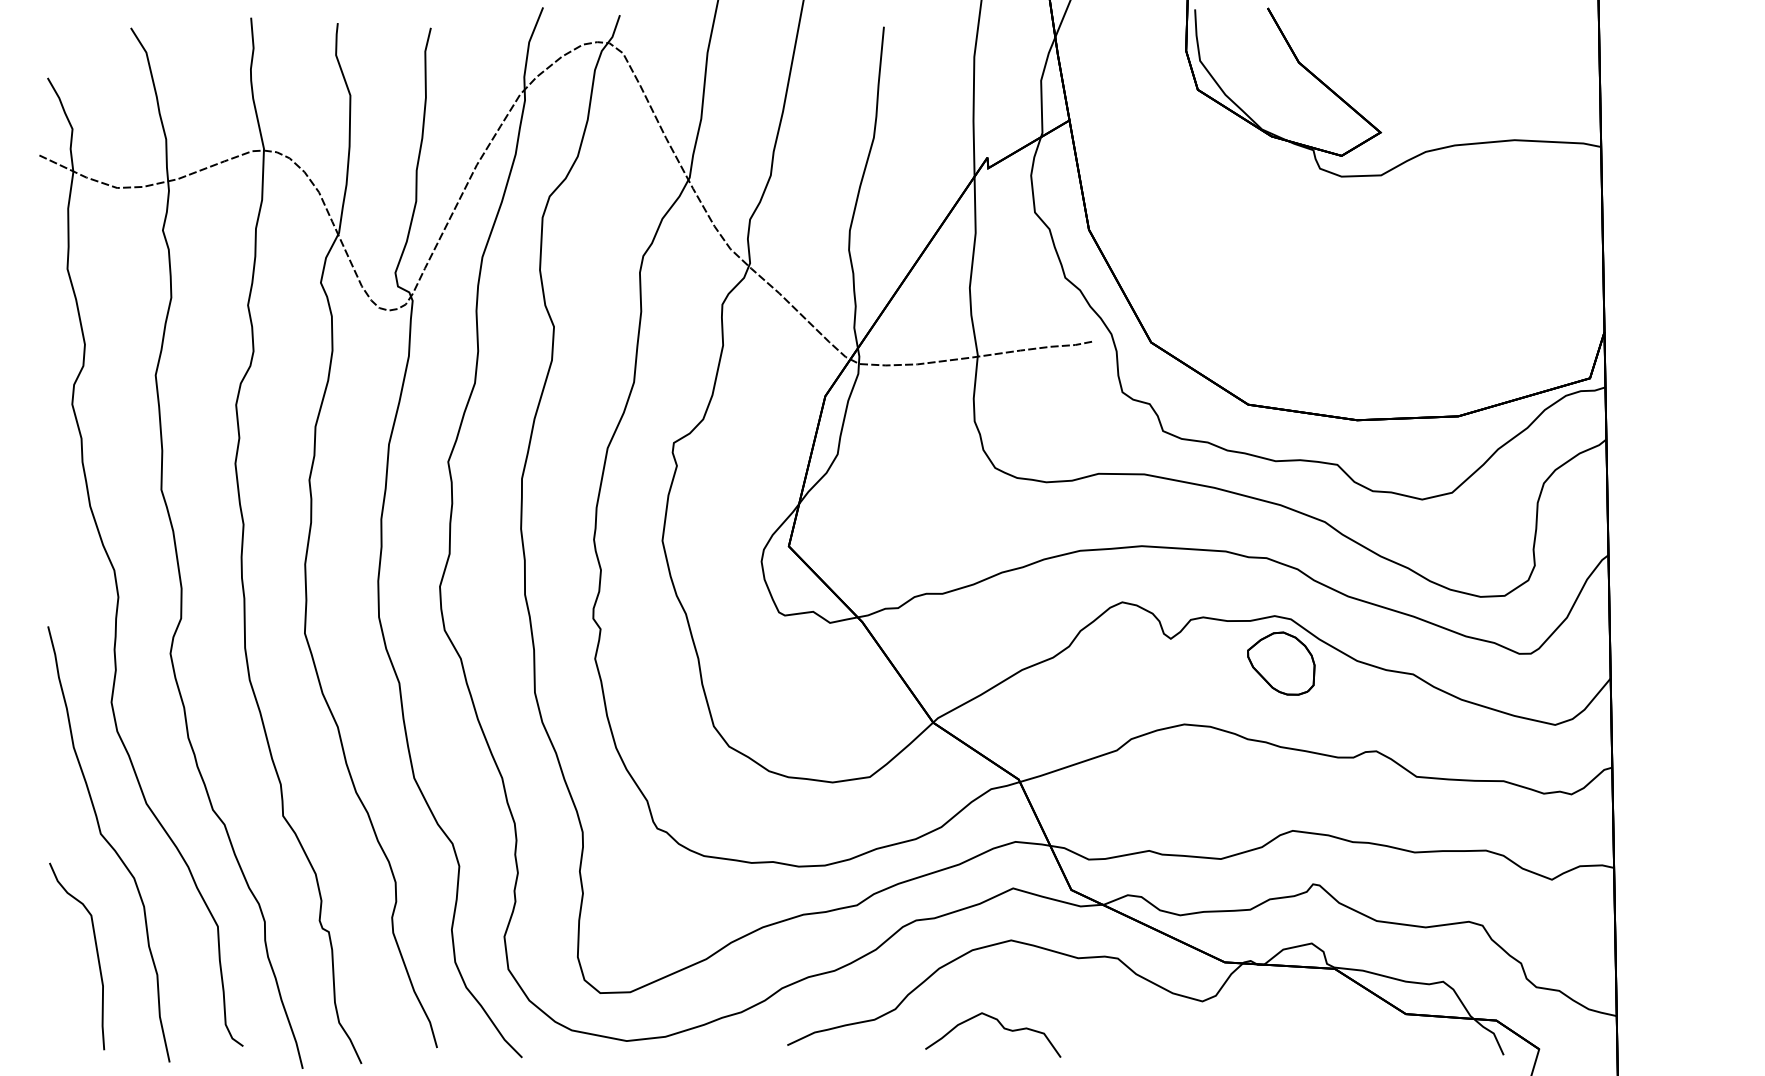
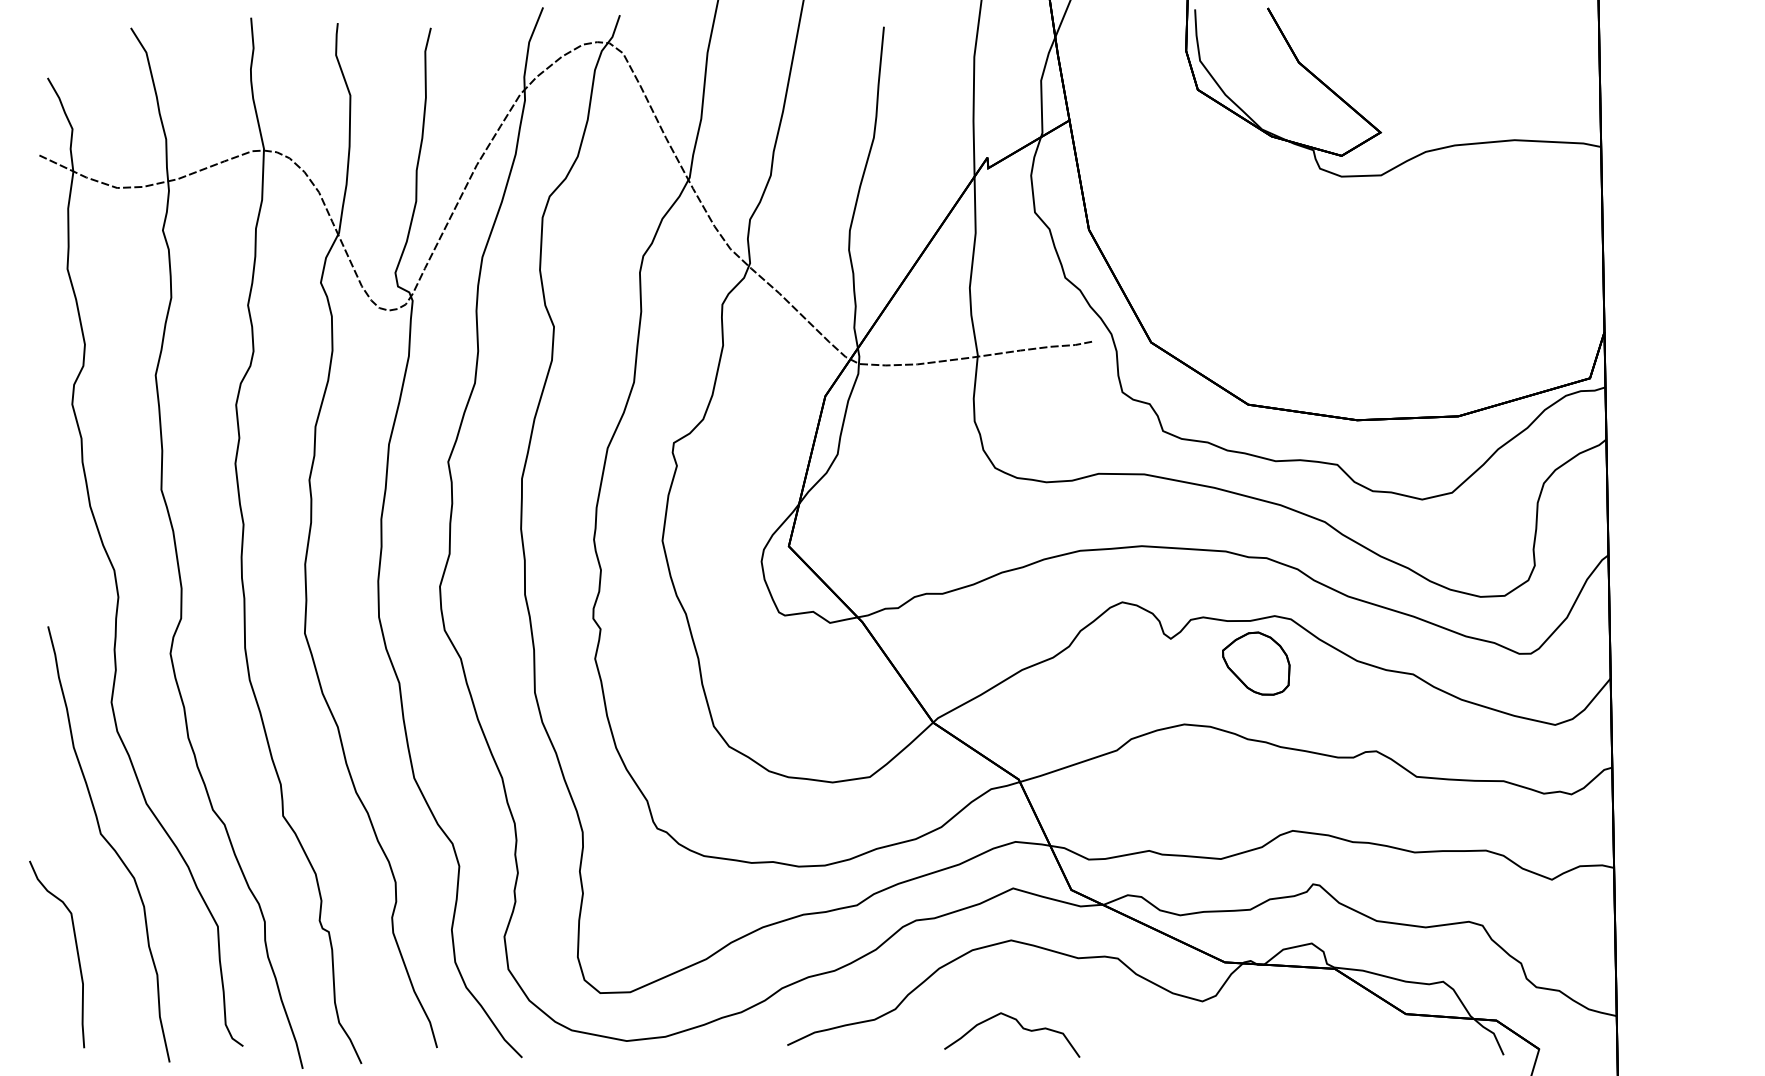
part at (1281, 663) position: (1281, 663) -> (1256, 663)
curve at (96, 954) position: (96, 954) -> (76, 952)
curve at (1001, 1026) position: (1001, 1026) -> (1020, 1026)
